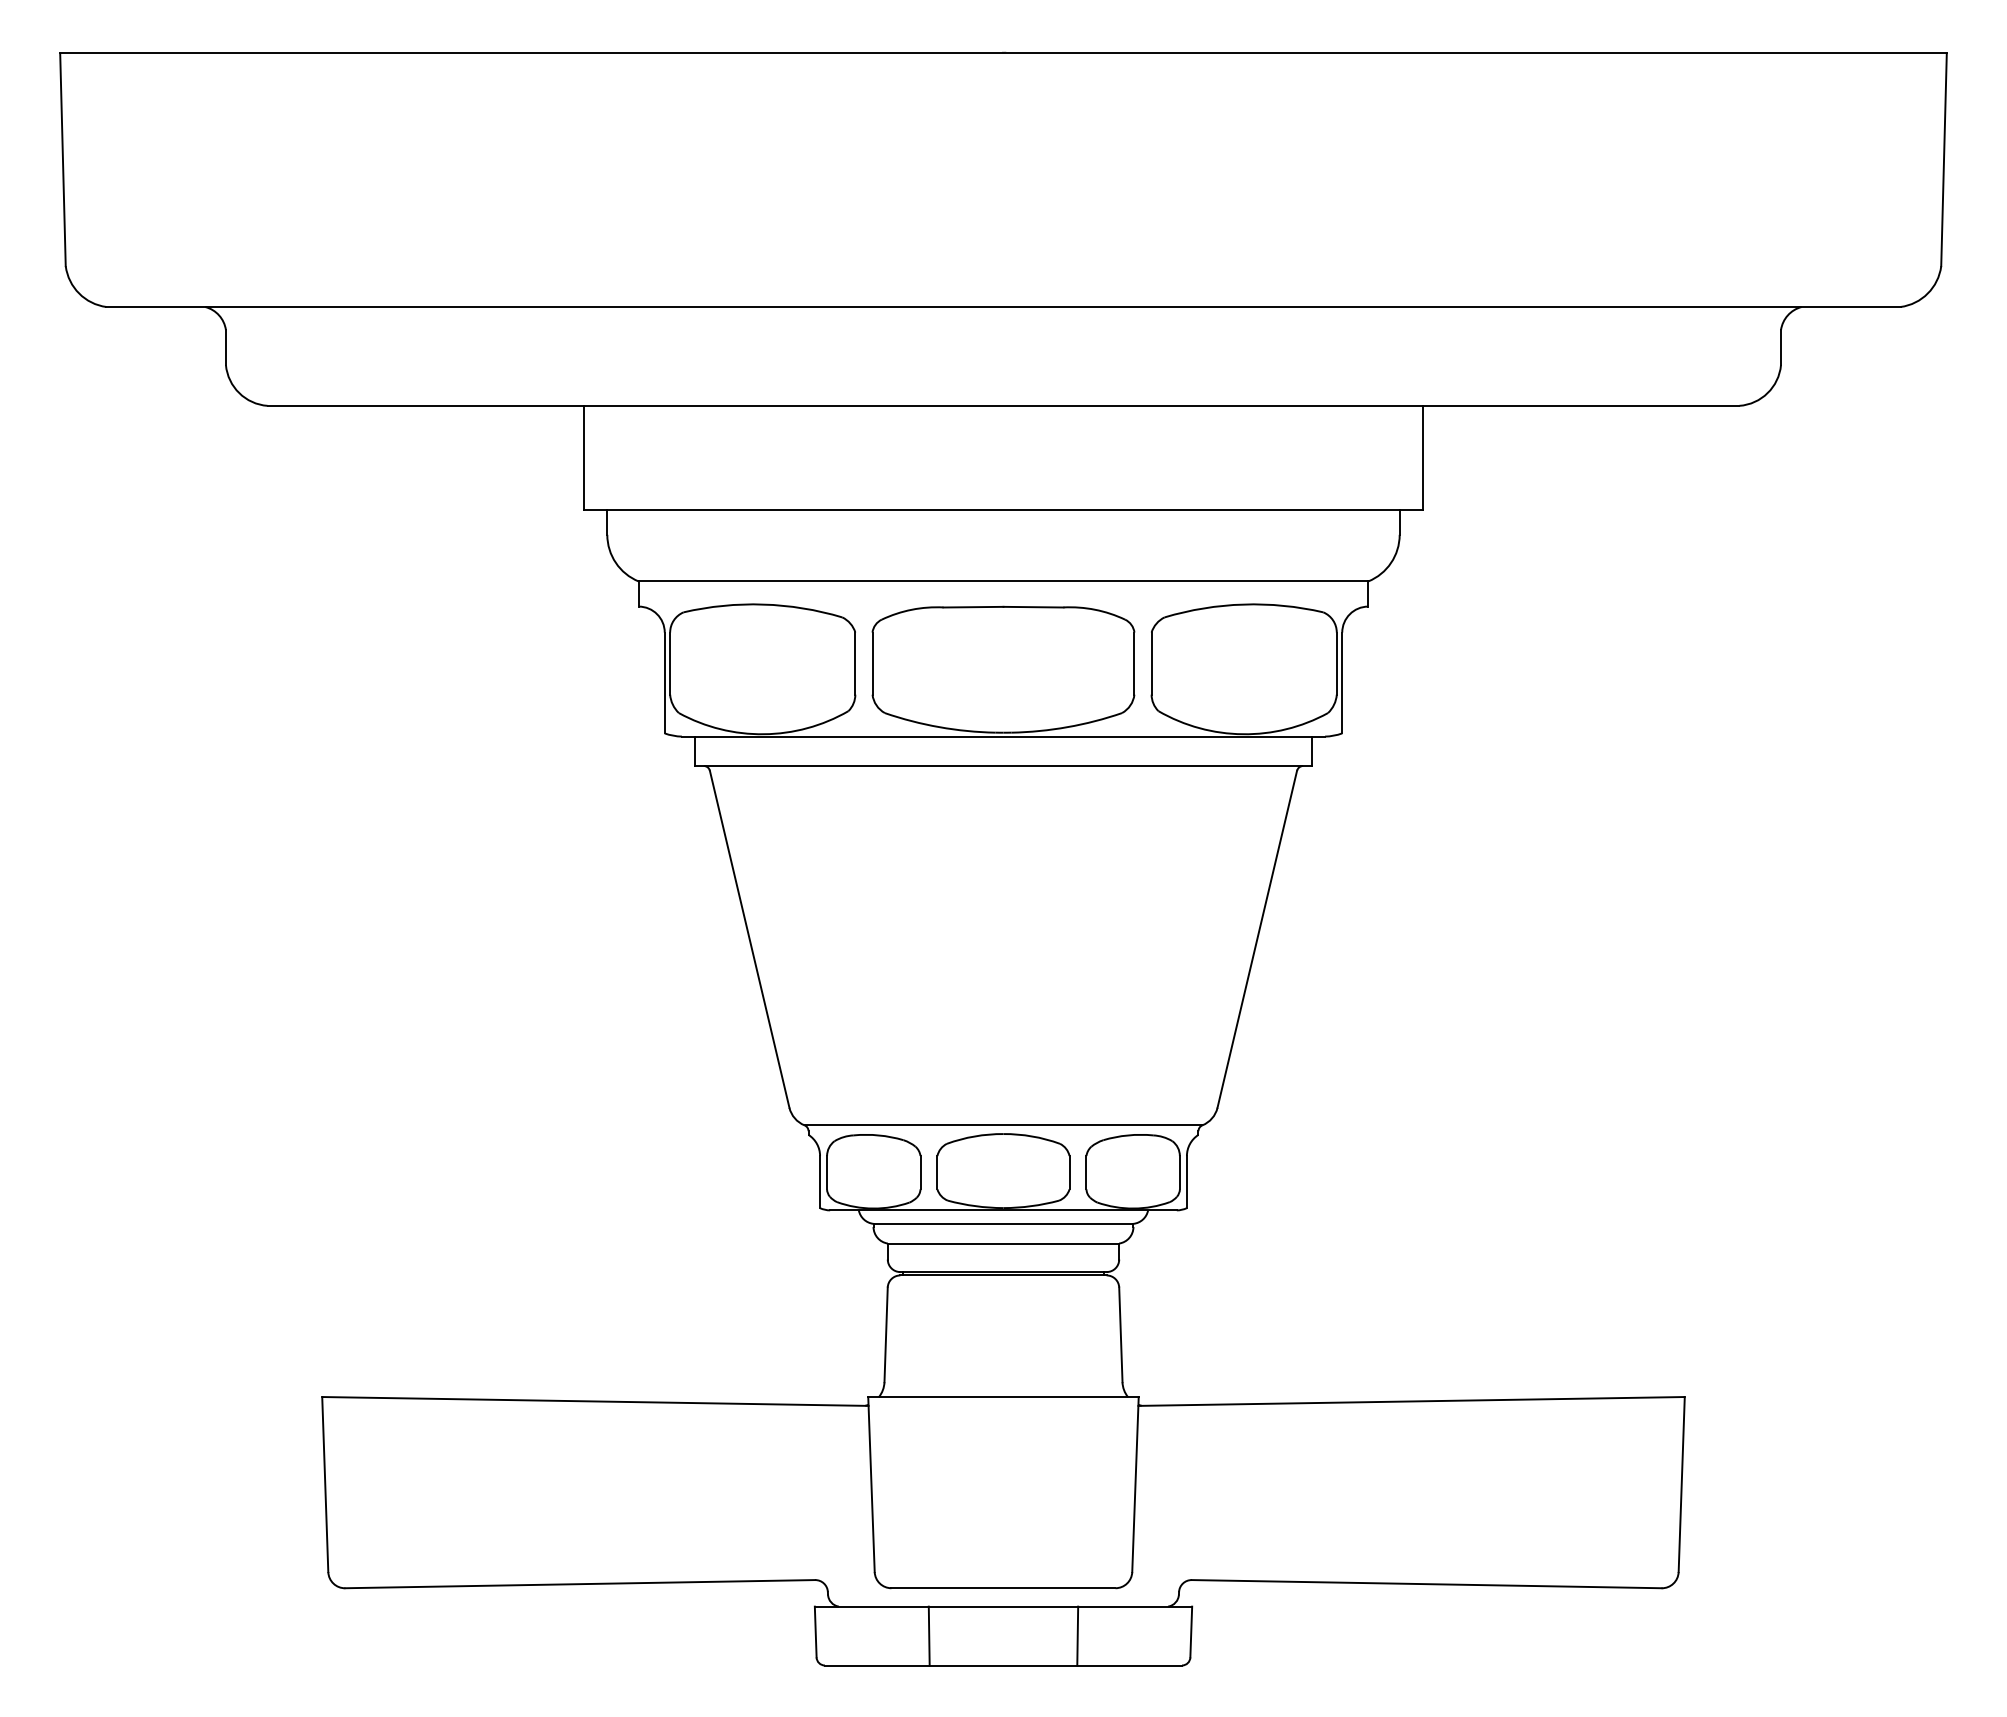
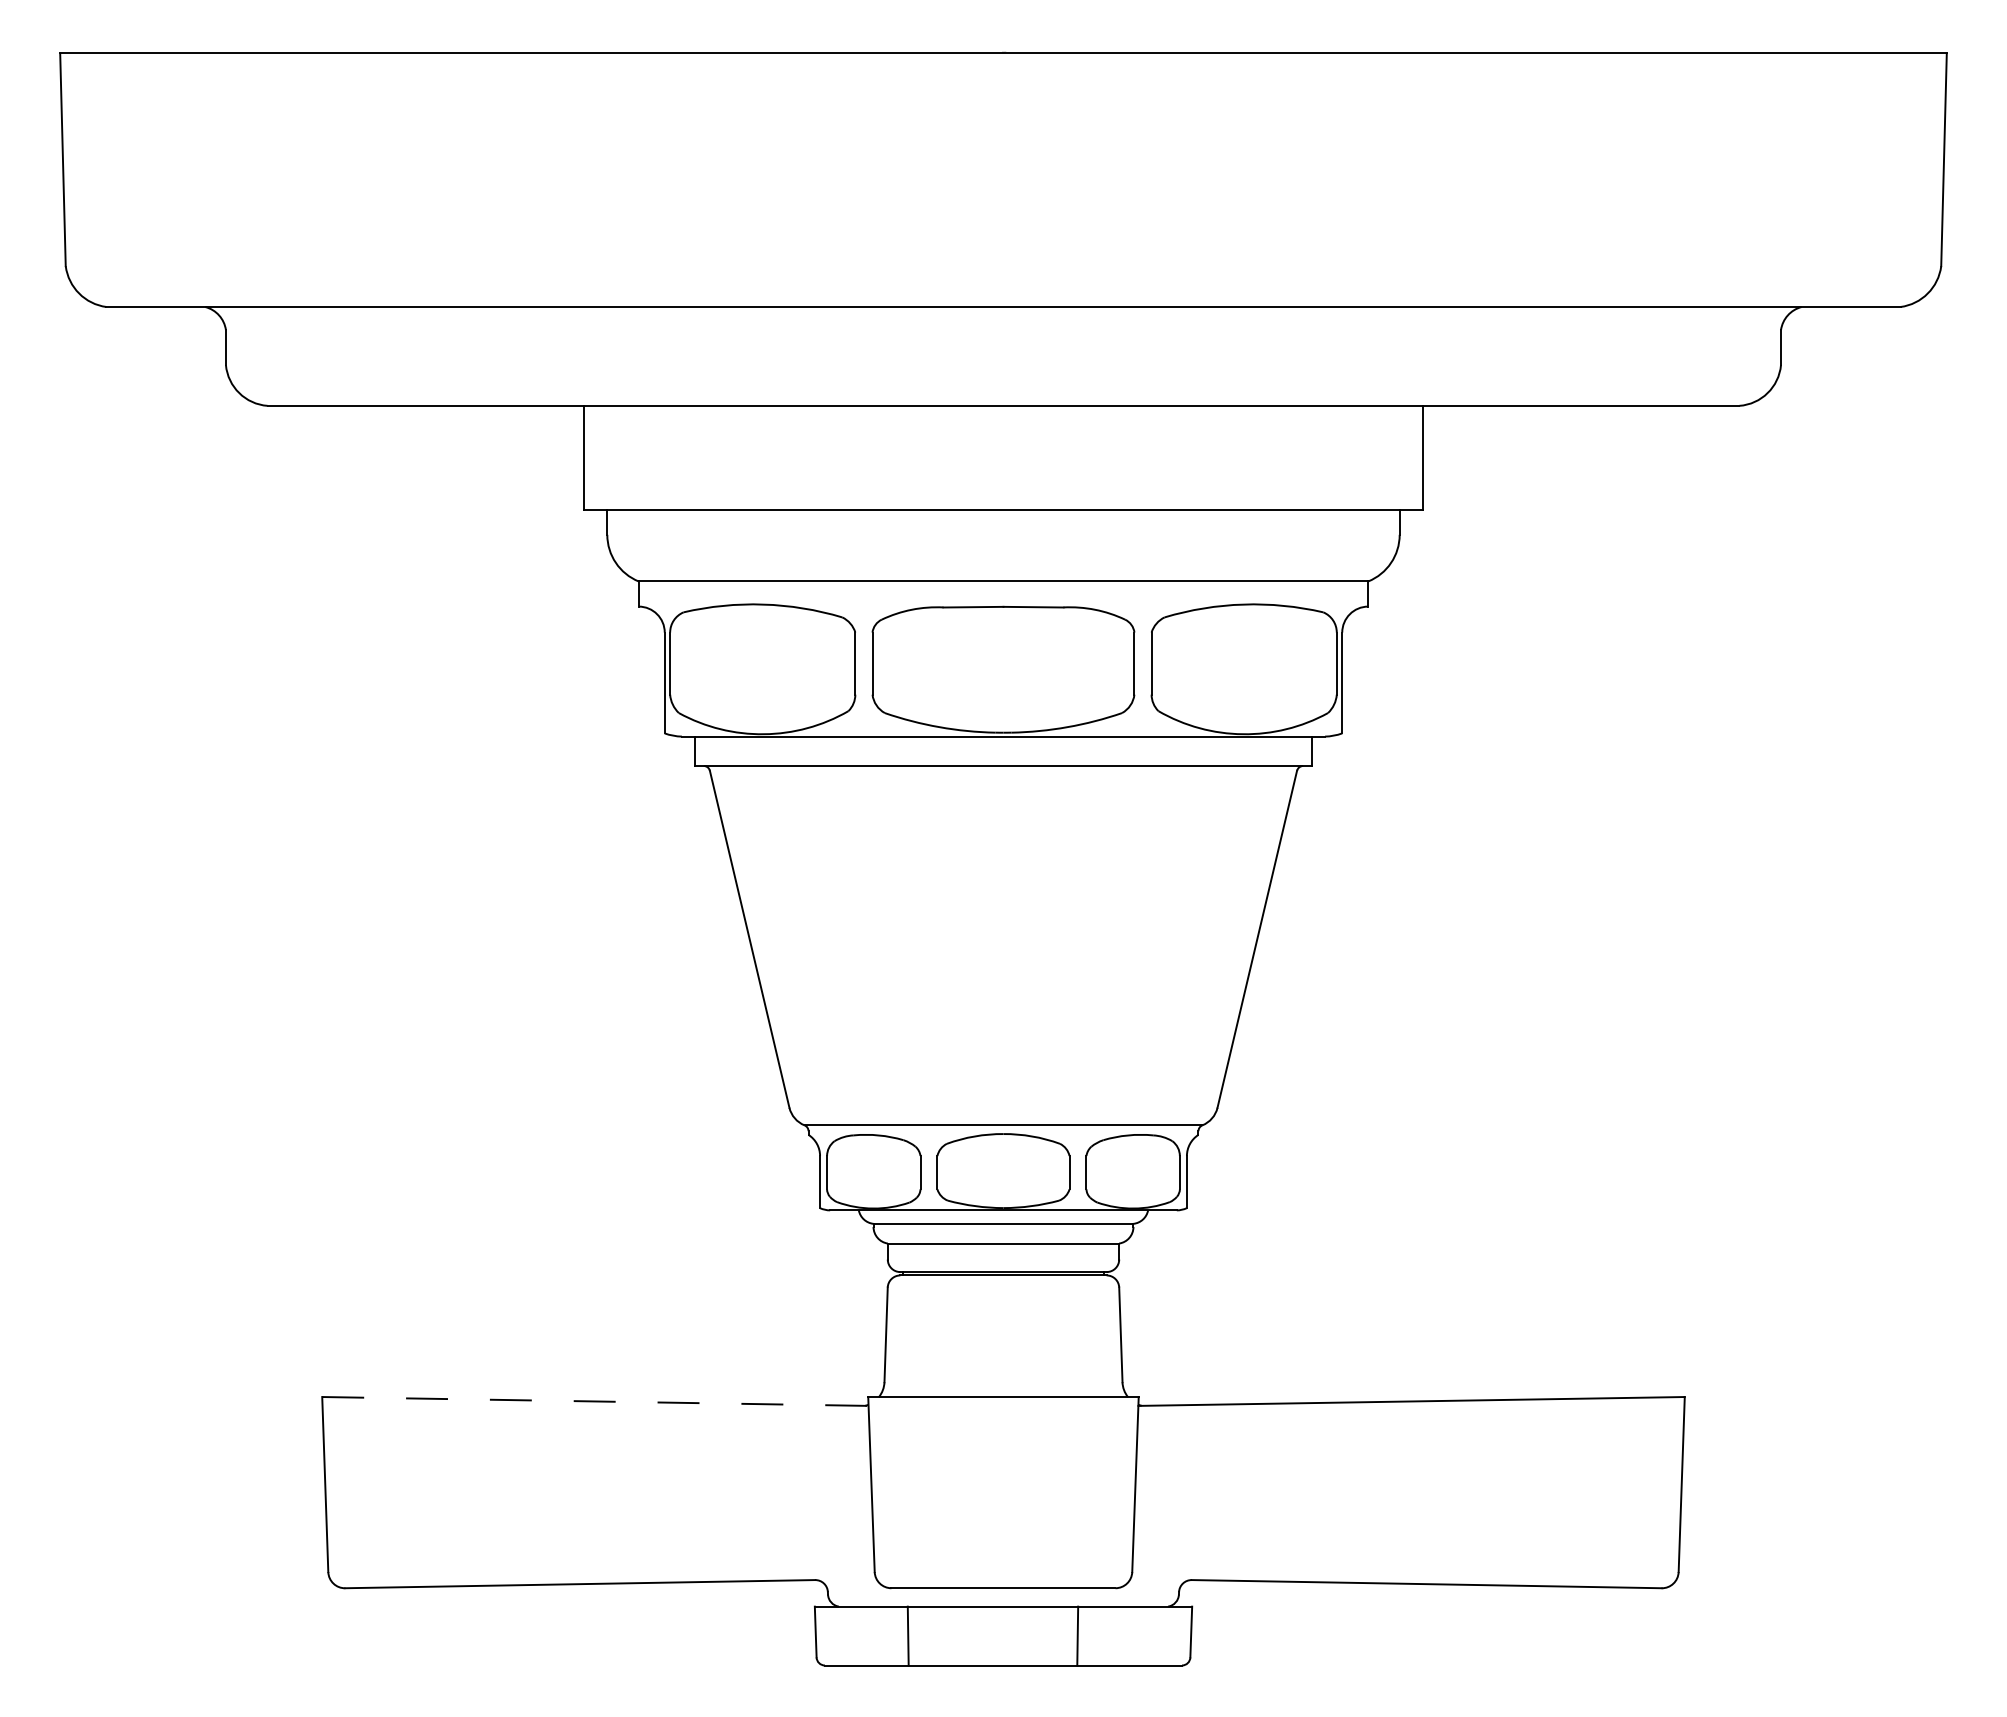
line at (595, 1401): solid -> dashed
line at (928, 1635) position: (928, 1635) -> (907, 1635)
